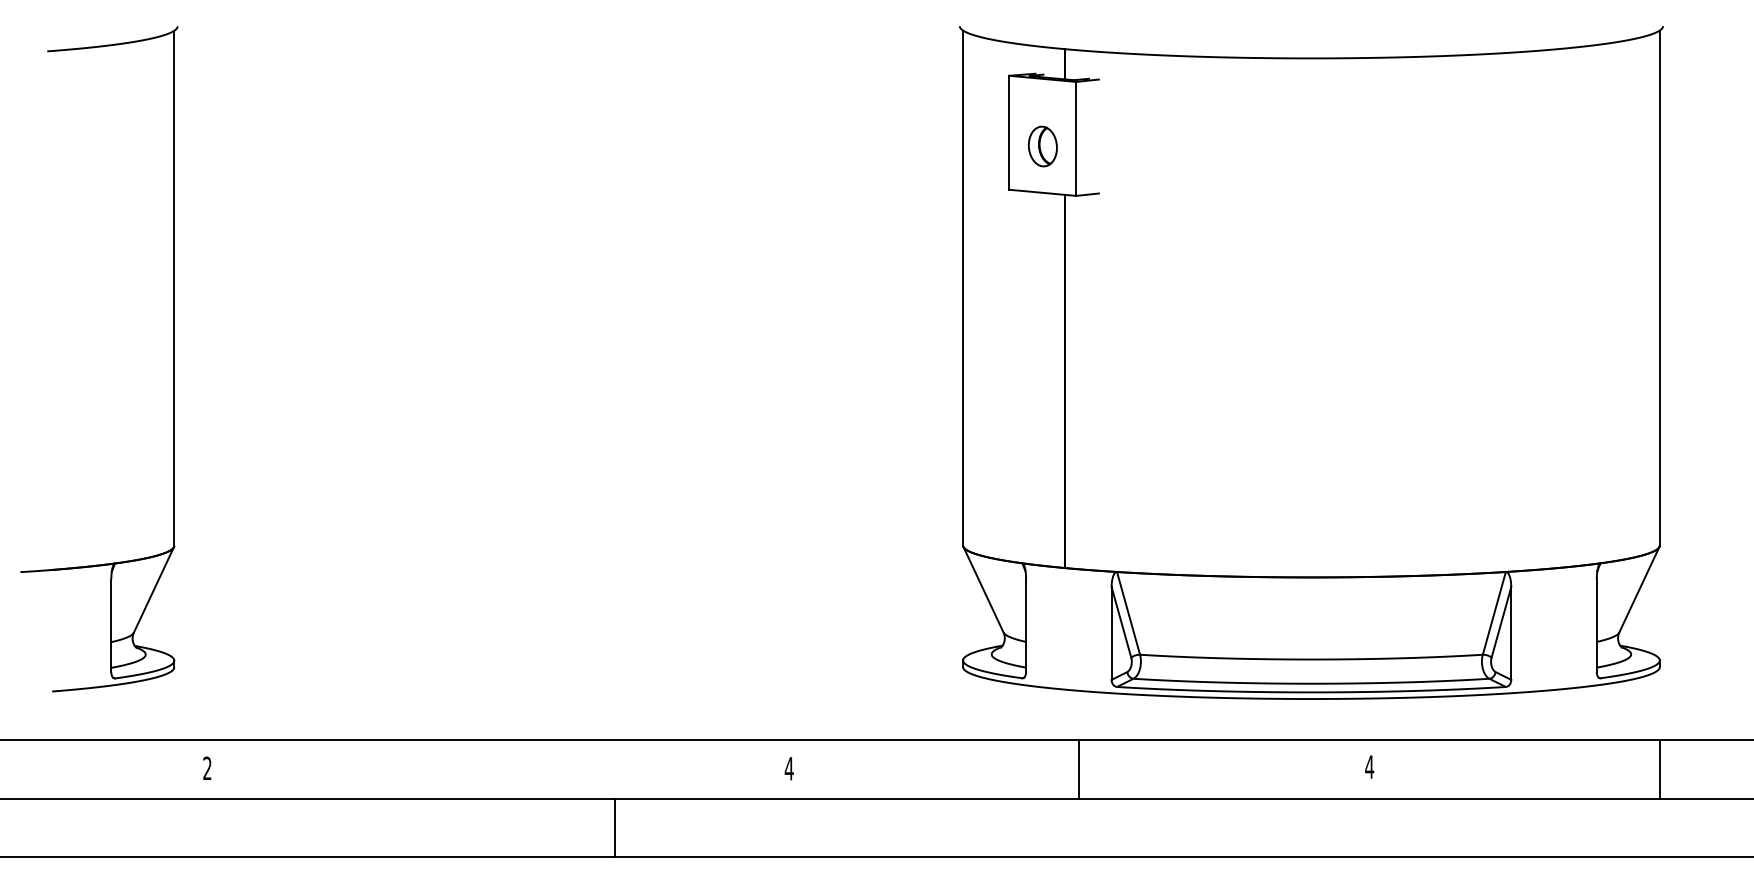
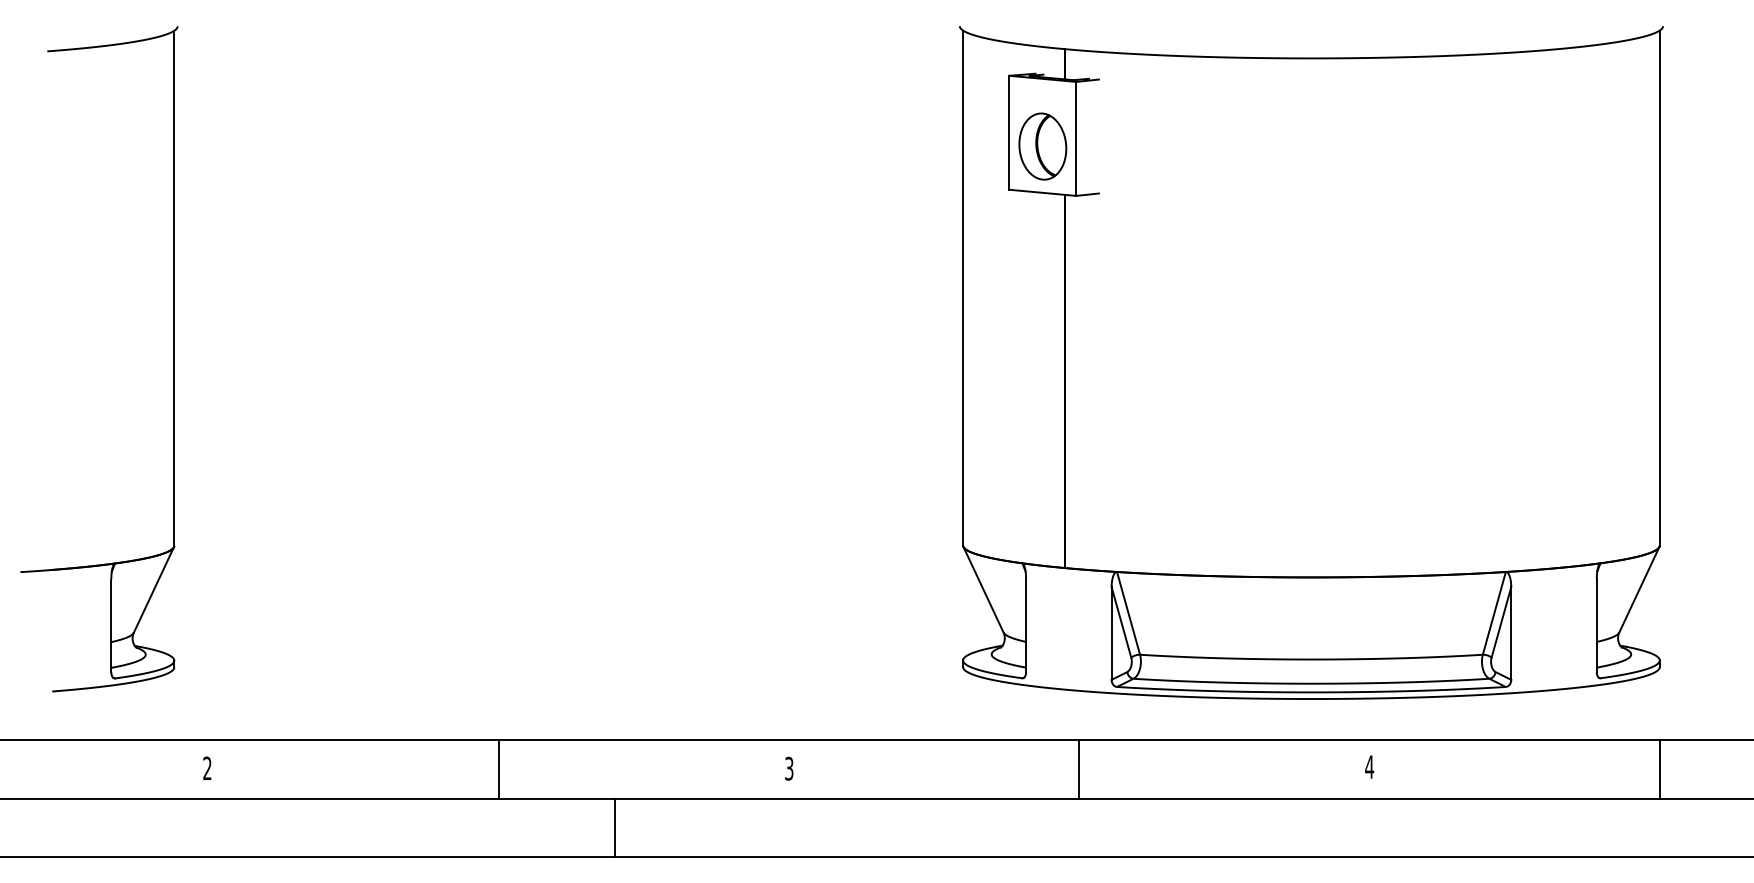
part at (1042, 146) size: 30x43 px -> 50x69 px
text at (788, 768): 4 -> 3
line at (498, 769): none -> present
